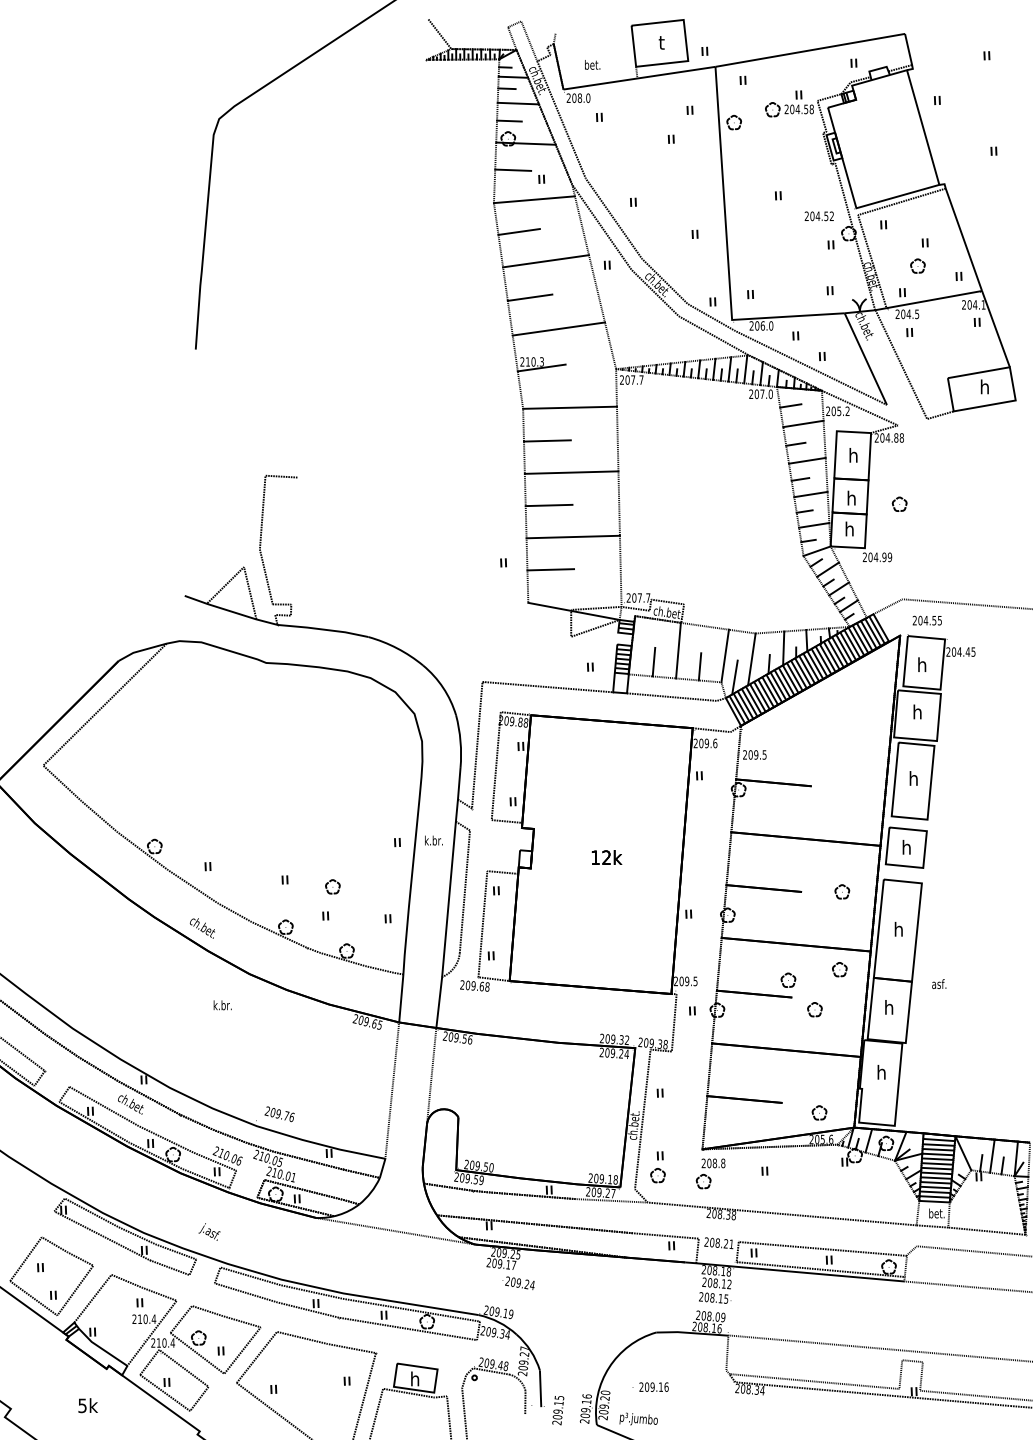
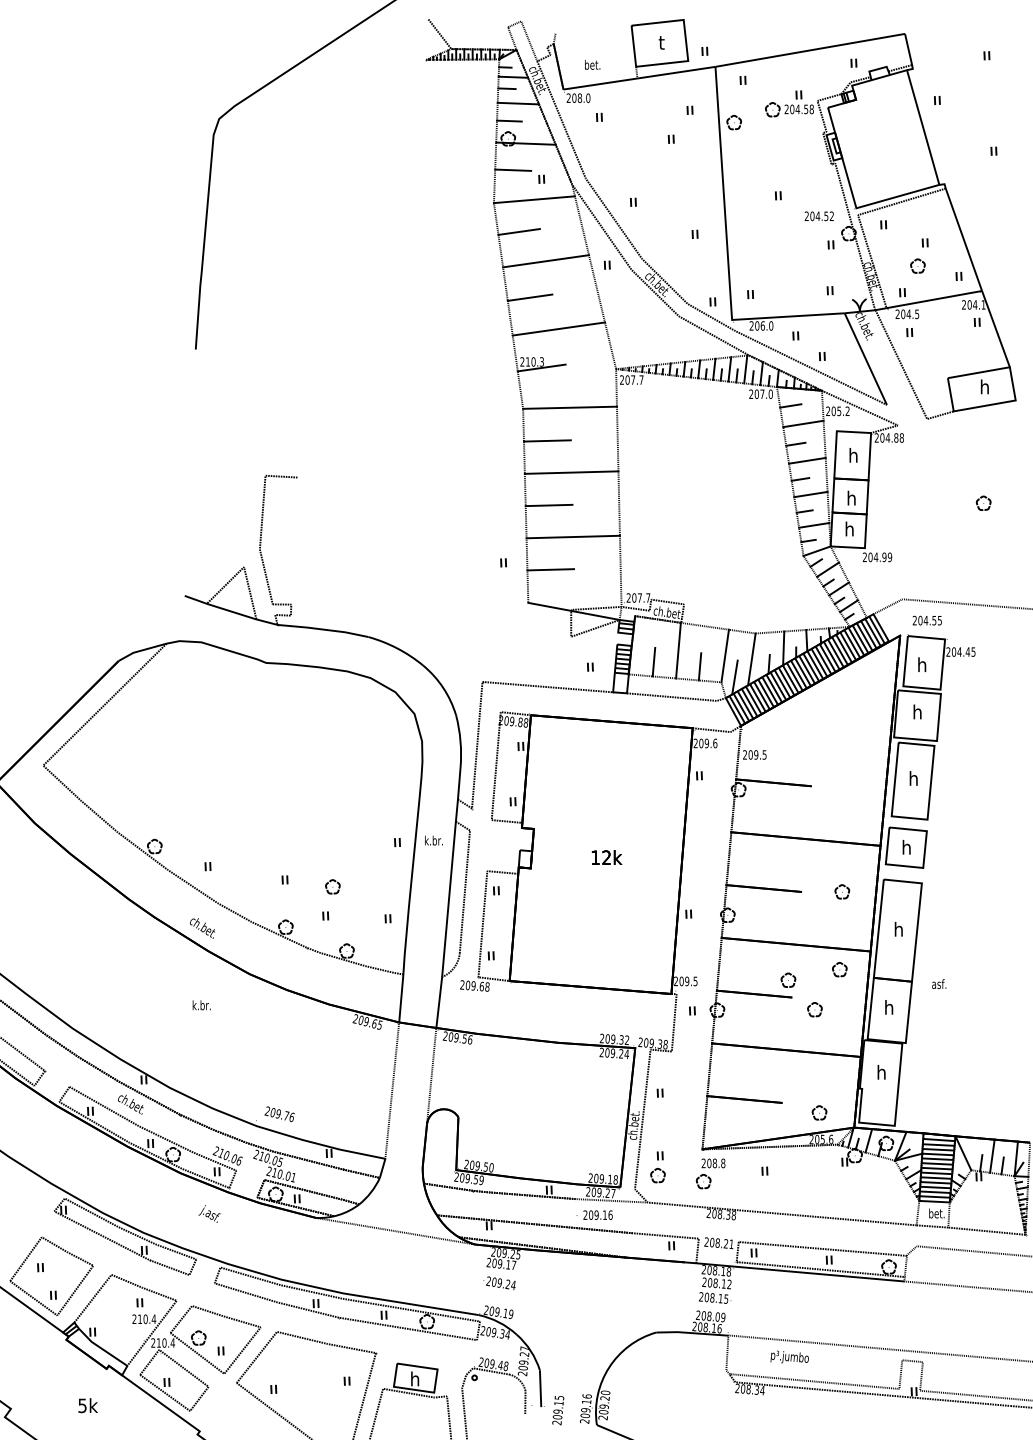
part at (899, 503) position: (899, 503) -> (983, 502)
text at (222, 1005) position: (222, 1005) -> (201, 1005)
text at (209, 1231) position: (209, 1231) -> (209, 1213)
text at (518, 1283) position: (518, 1283) -> (499, 1283)
text at (650, 1386) position: (650, 1386) -> (594, 1214)
text at (638, 1418) position: (638, 1418) -> (789, 1356)
